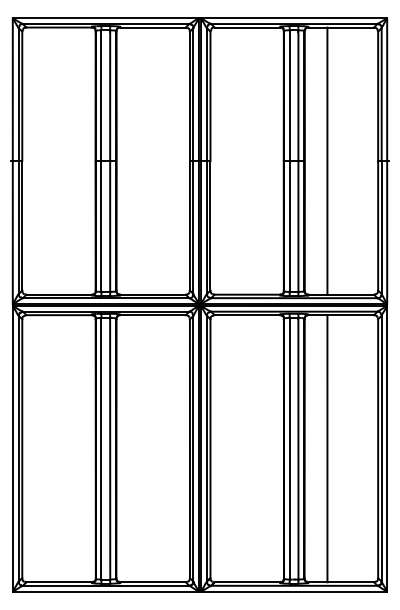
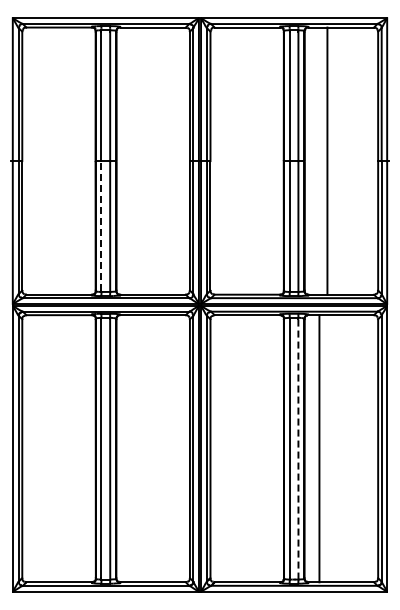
line at (101, 225): solid -> dashed
line at (298, 448): solid -> dashed
line at (327, 448) position: (327, 448) -> (319, 448)
